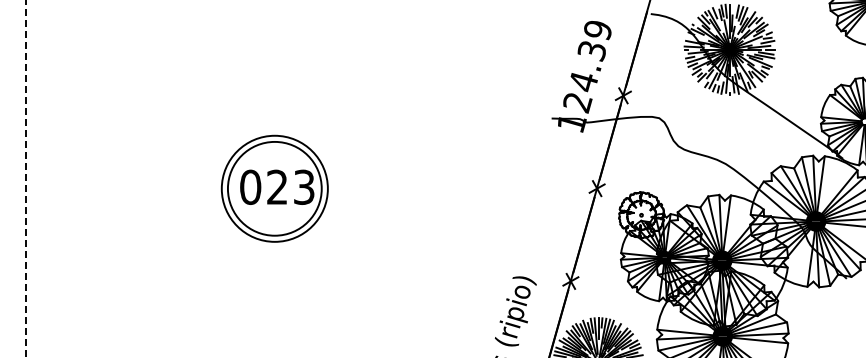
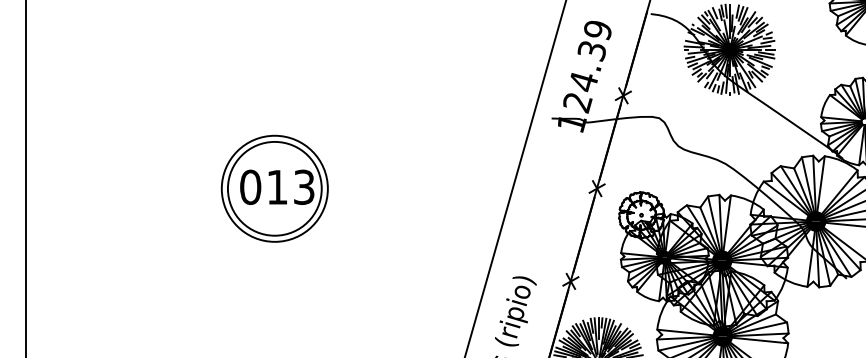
line at (515, 178): none -> present
line at (25, 179): dashed -> solid
text at (276, 186): 023 -> 013
